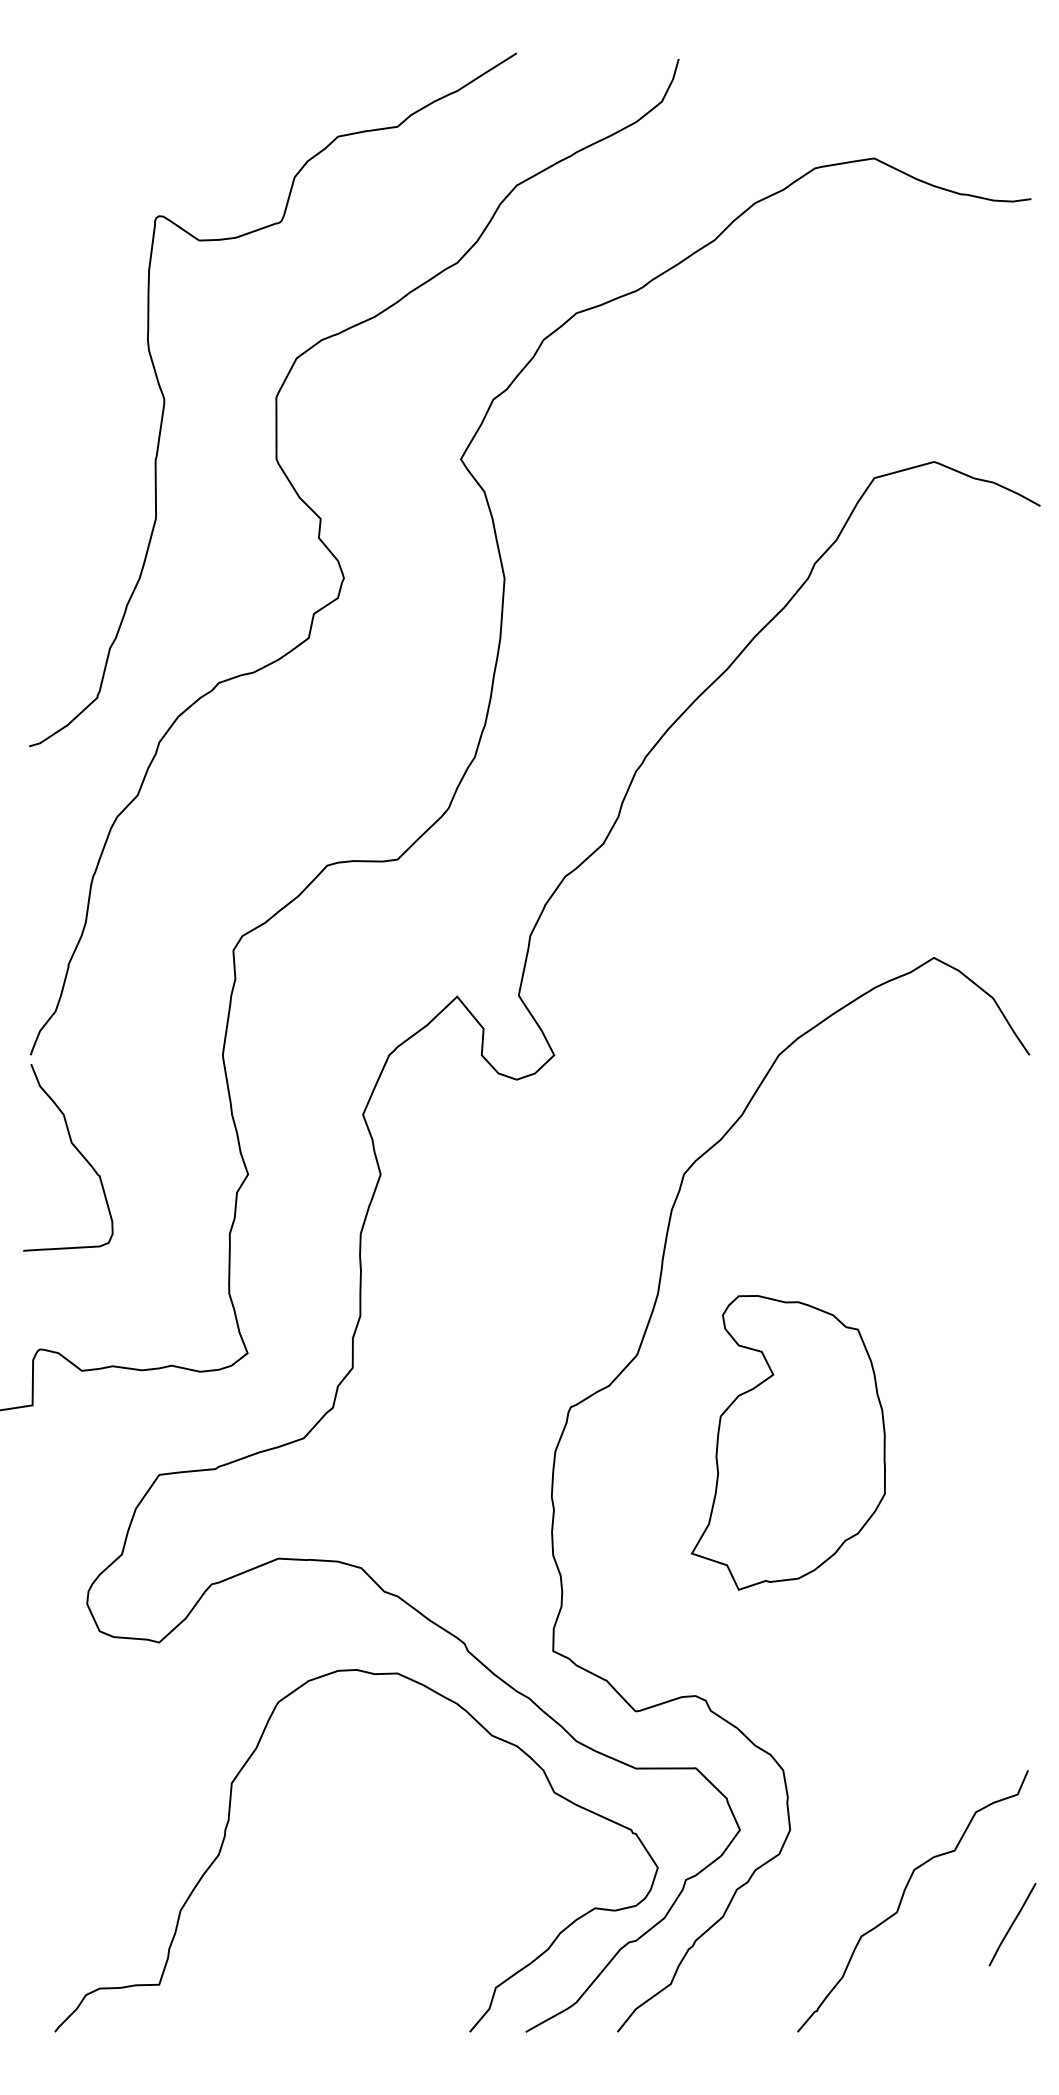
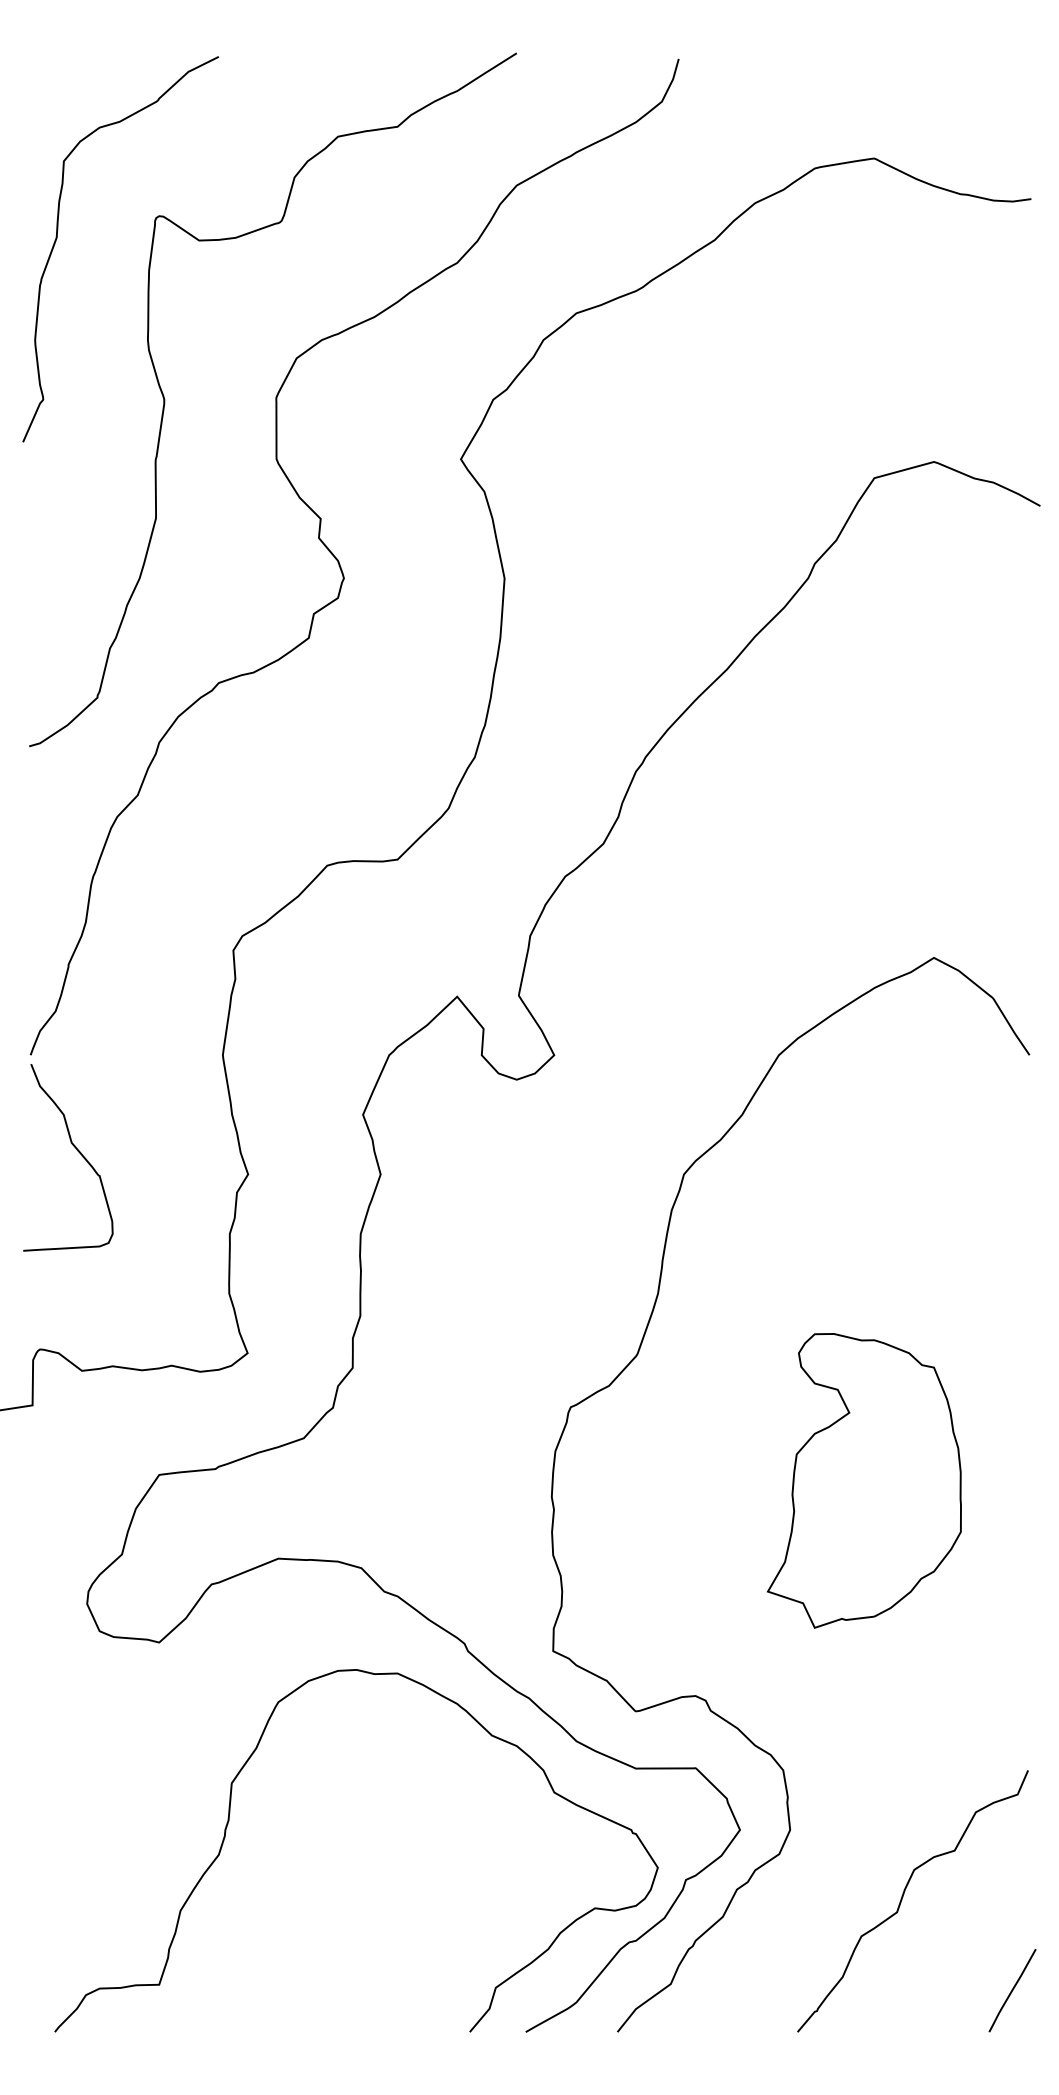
curve at (57, 238): none -> present
part at (788, 1442) position: (788, 1442) -> (864, 1480)
line at (1012, 1924) position: (1012, 1924) -> (1012, 1990)
